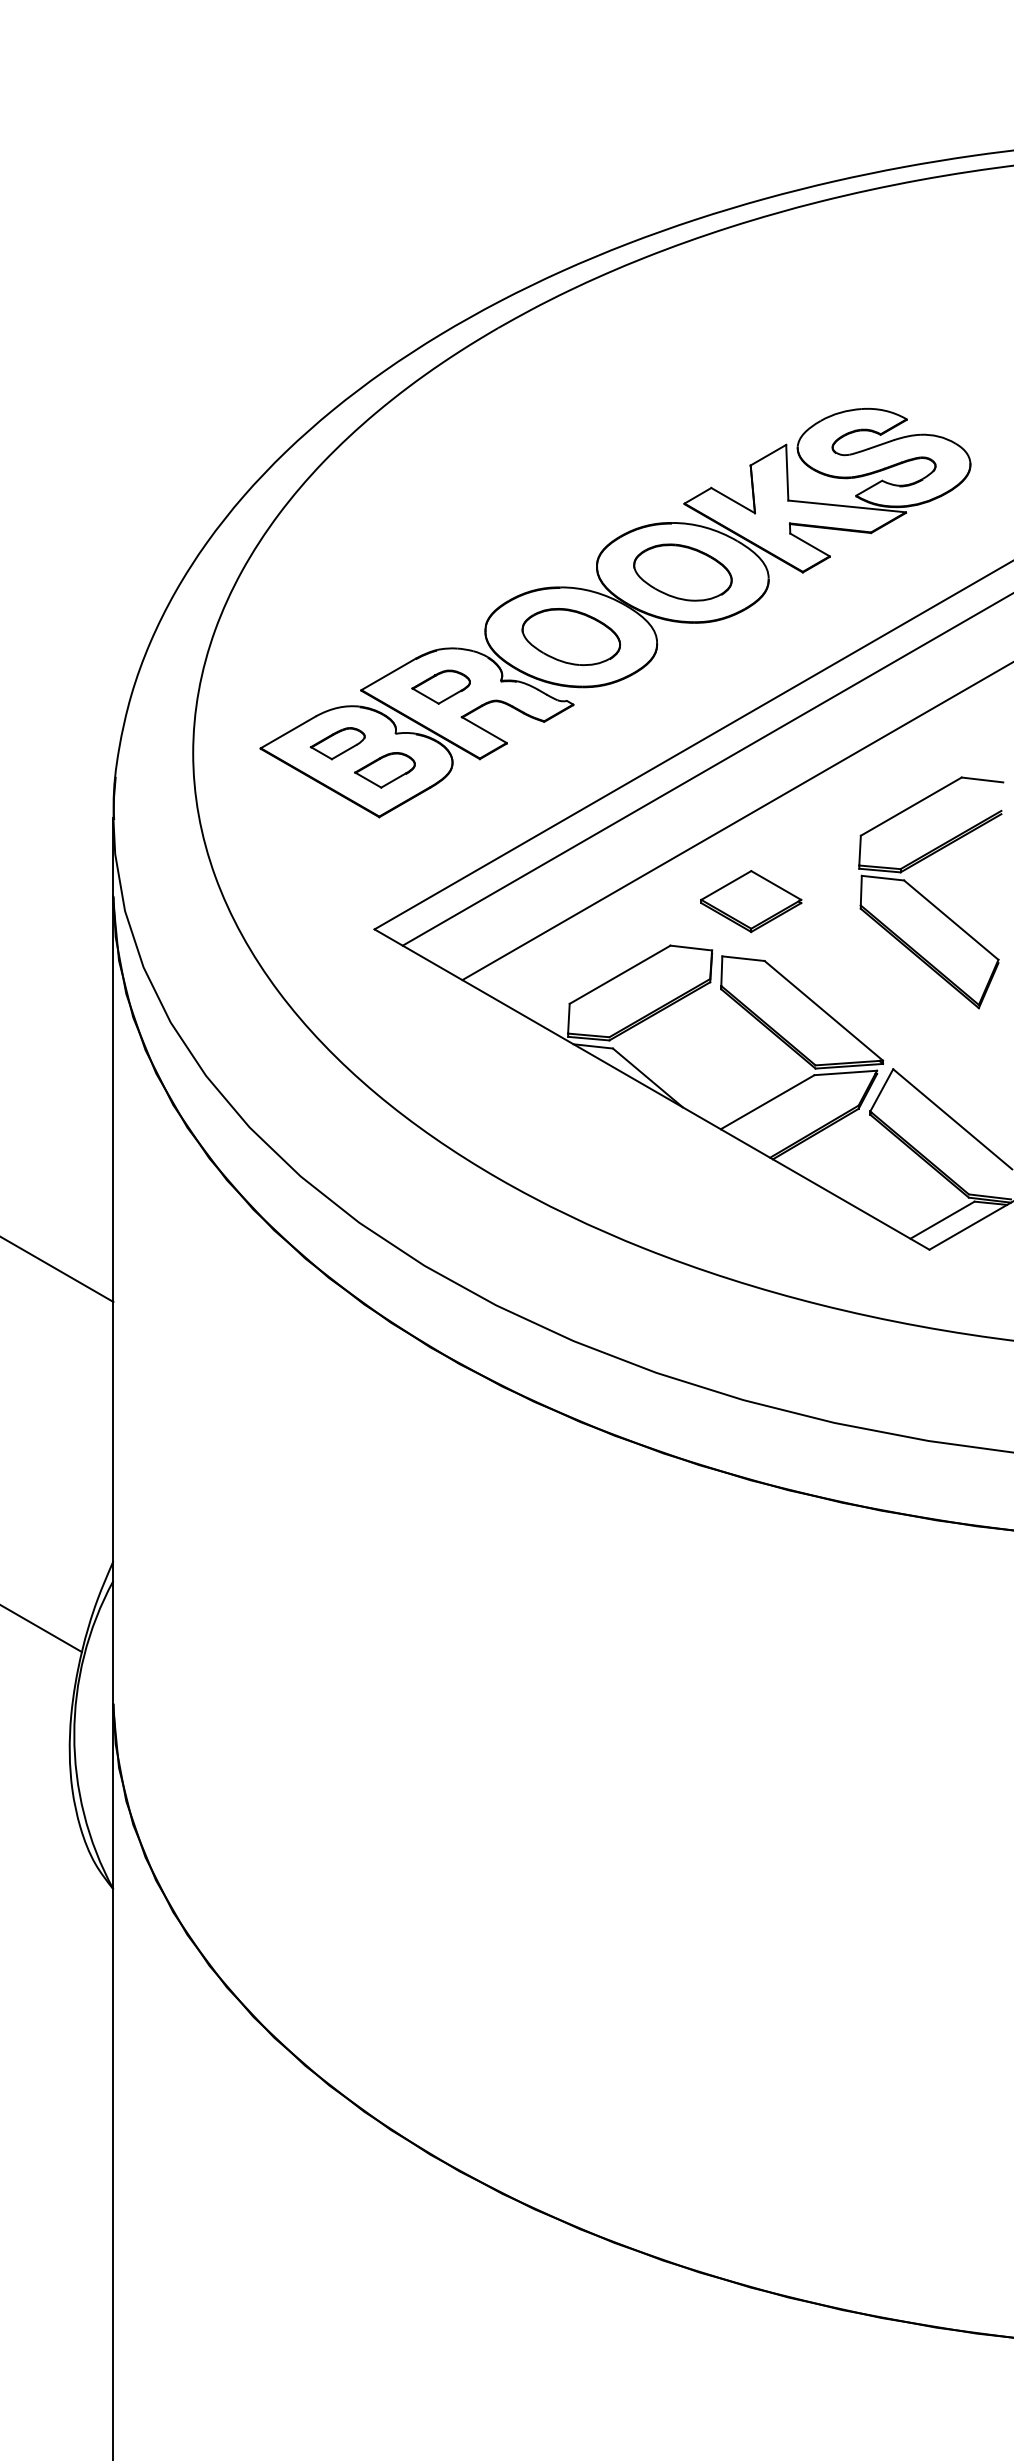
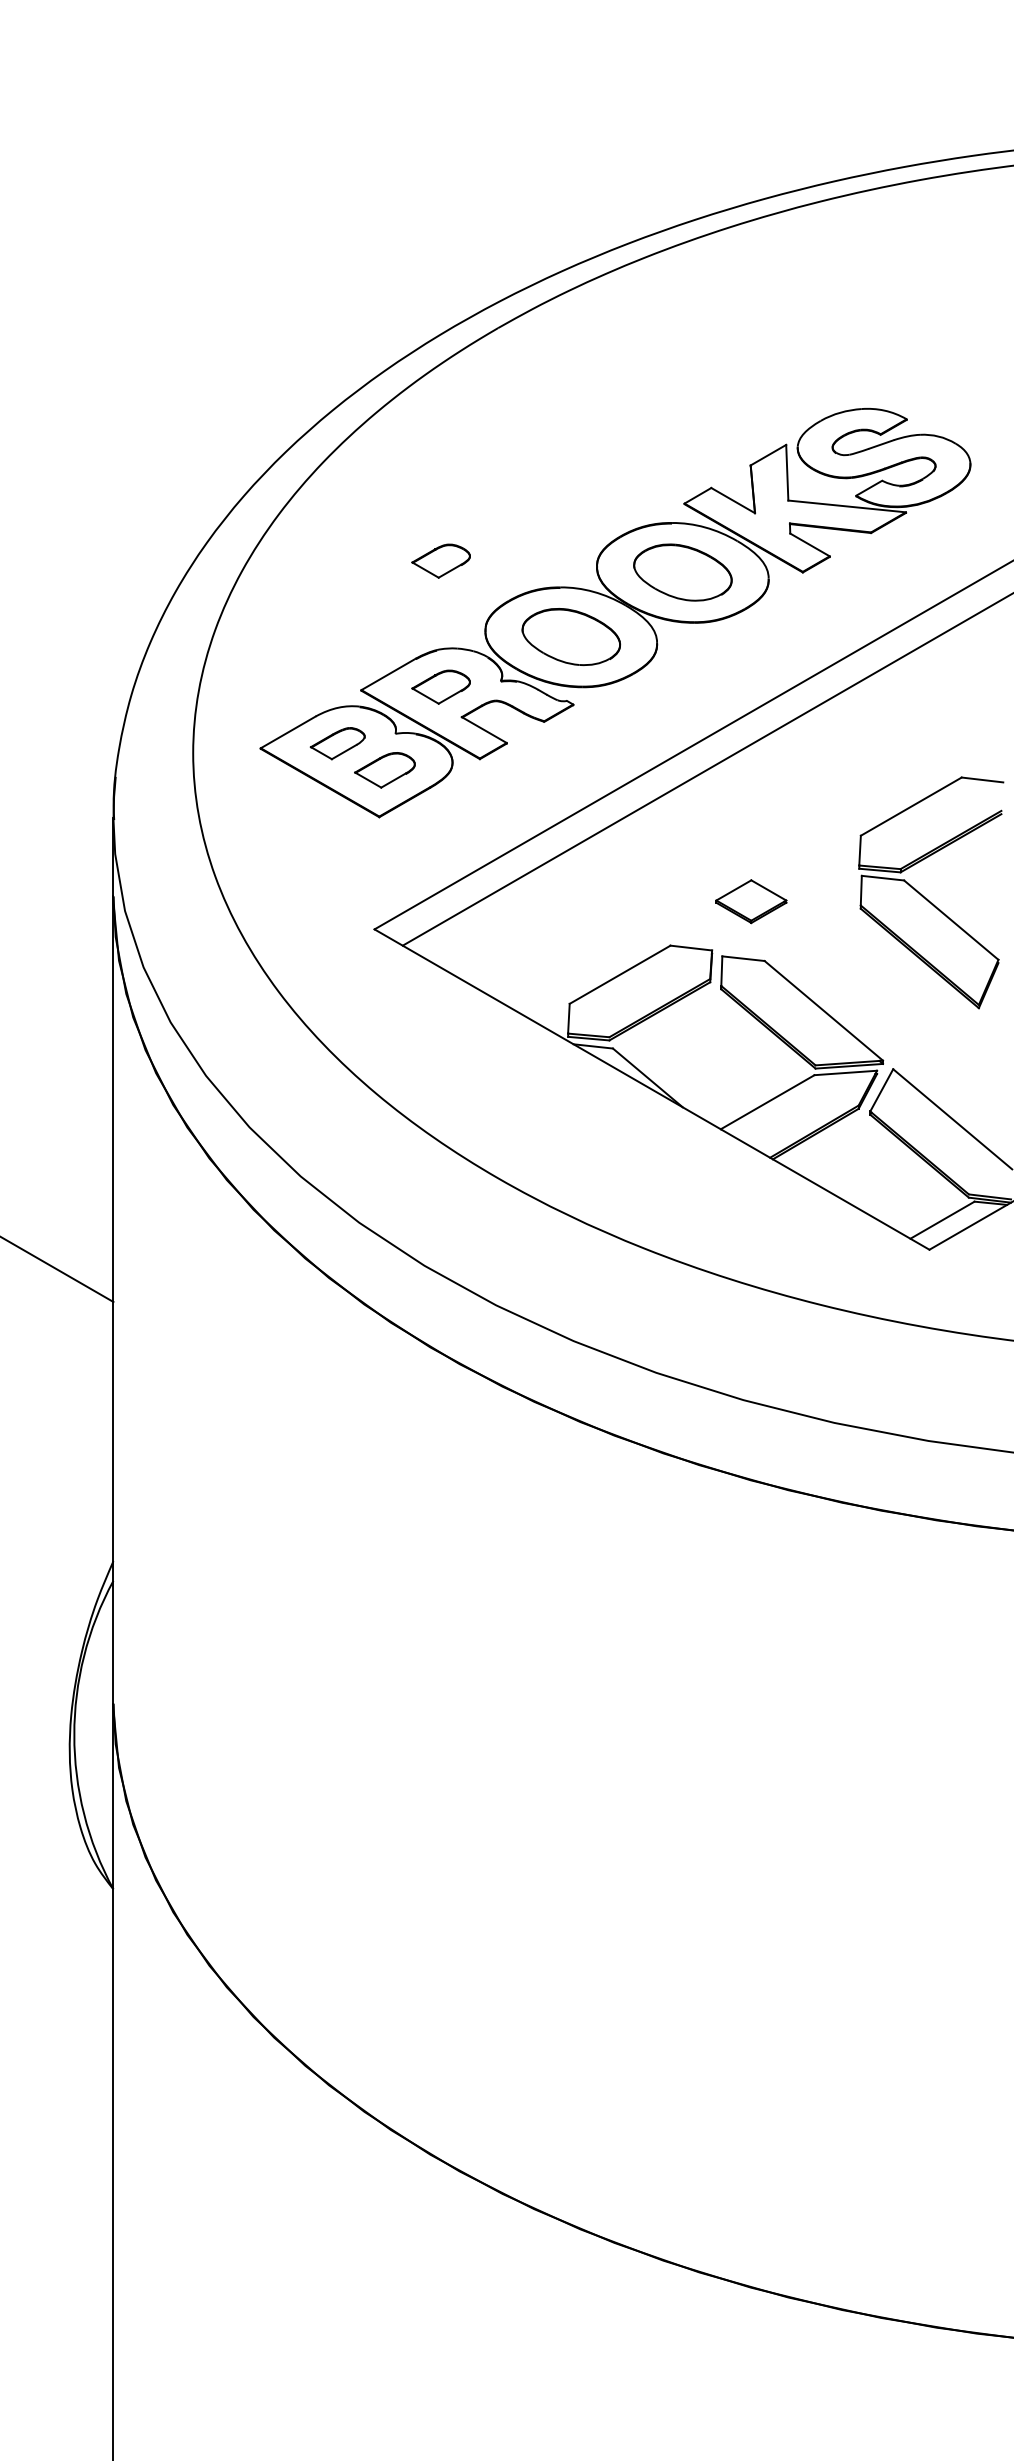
part at (440, 560): none -> present
line at (736, 821): present -> none
part at (751, 901) size: 103x64 px -> 73x46 px
line at (41, 1629): present -> none
